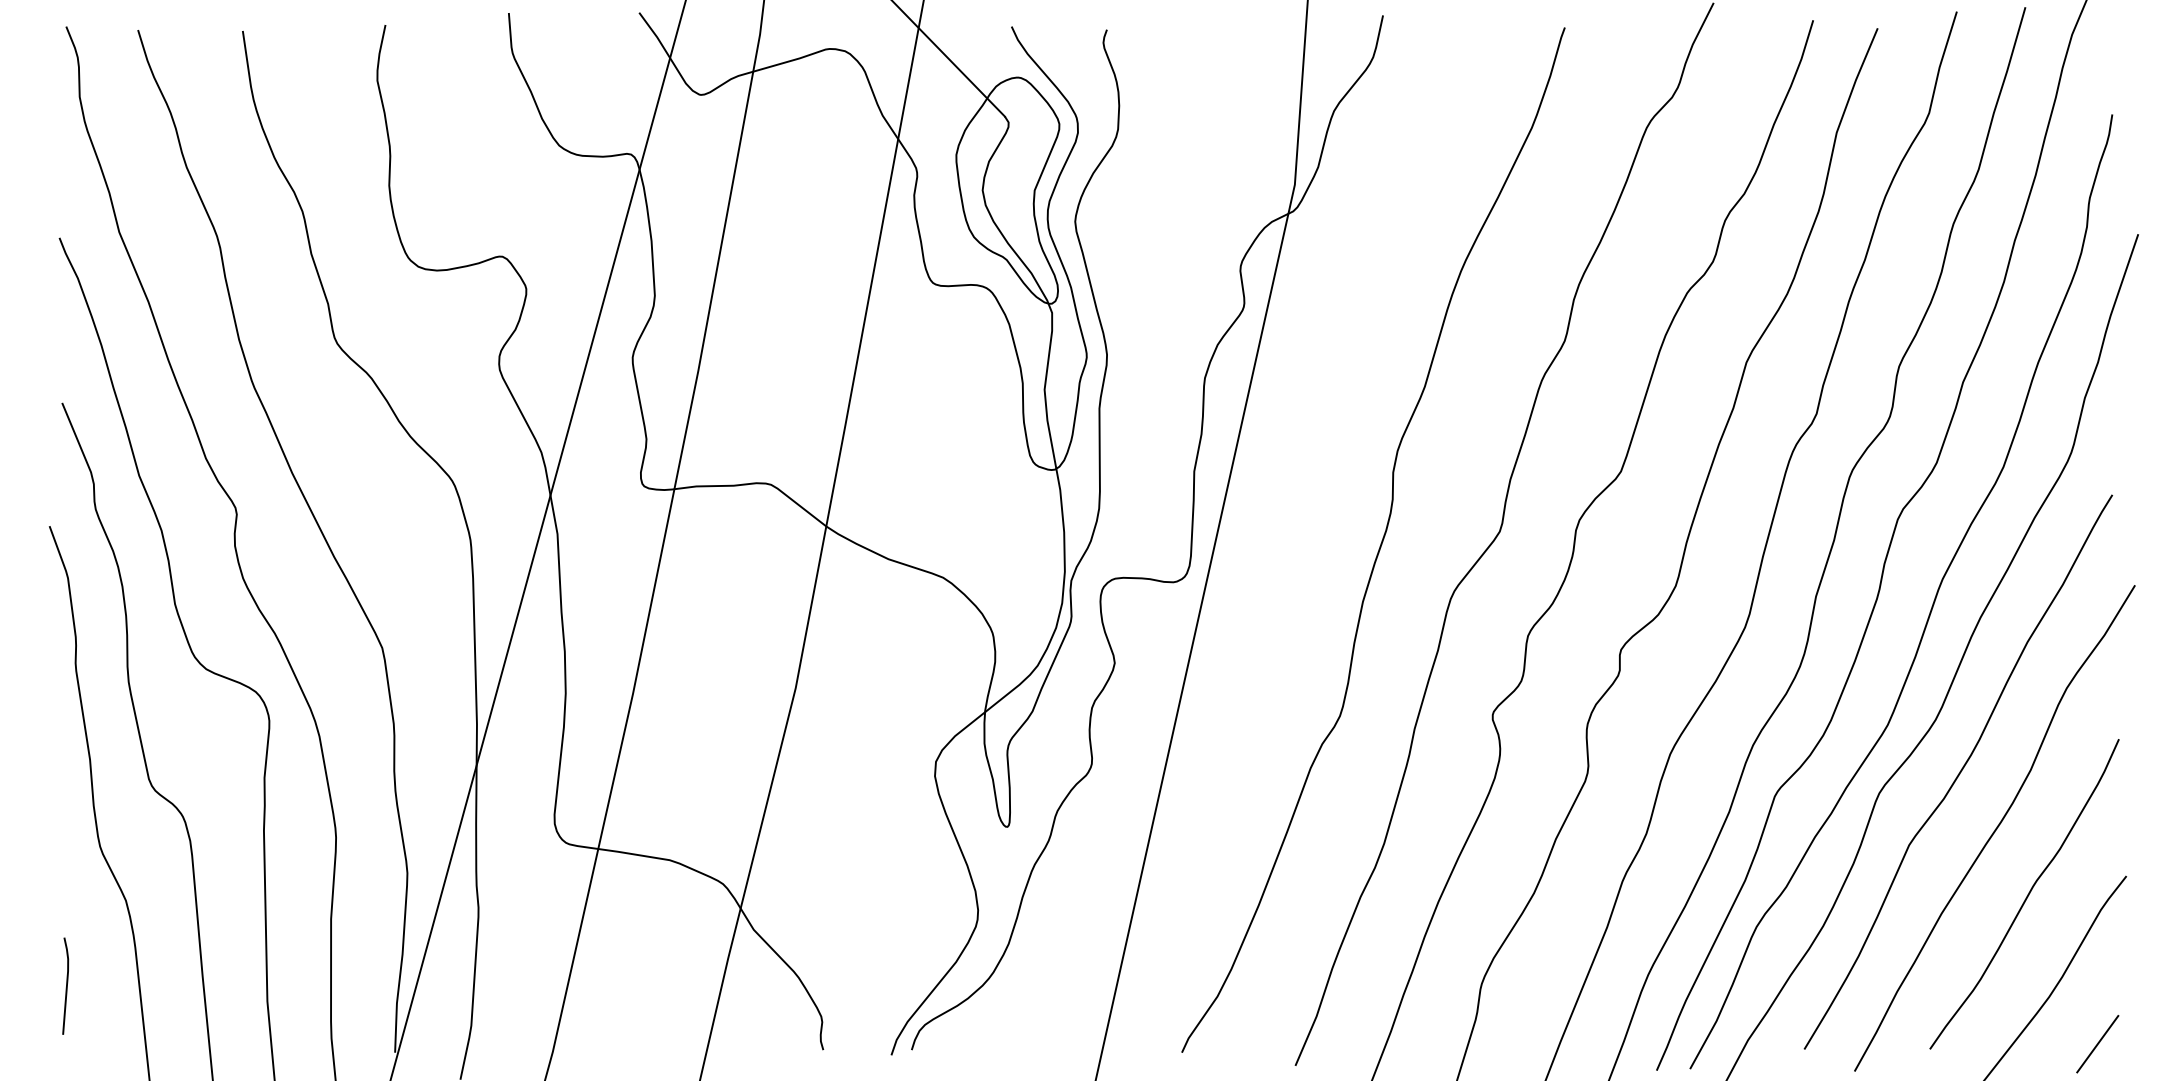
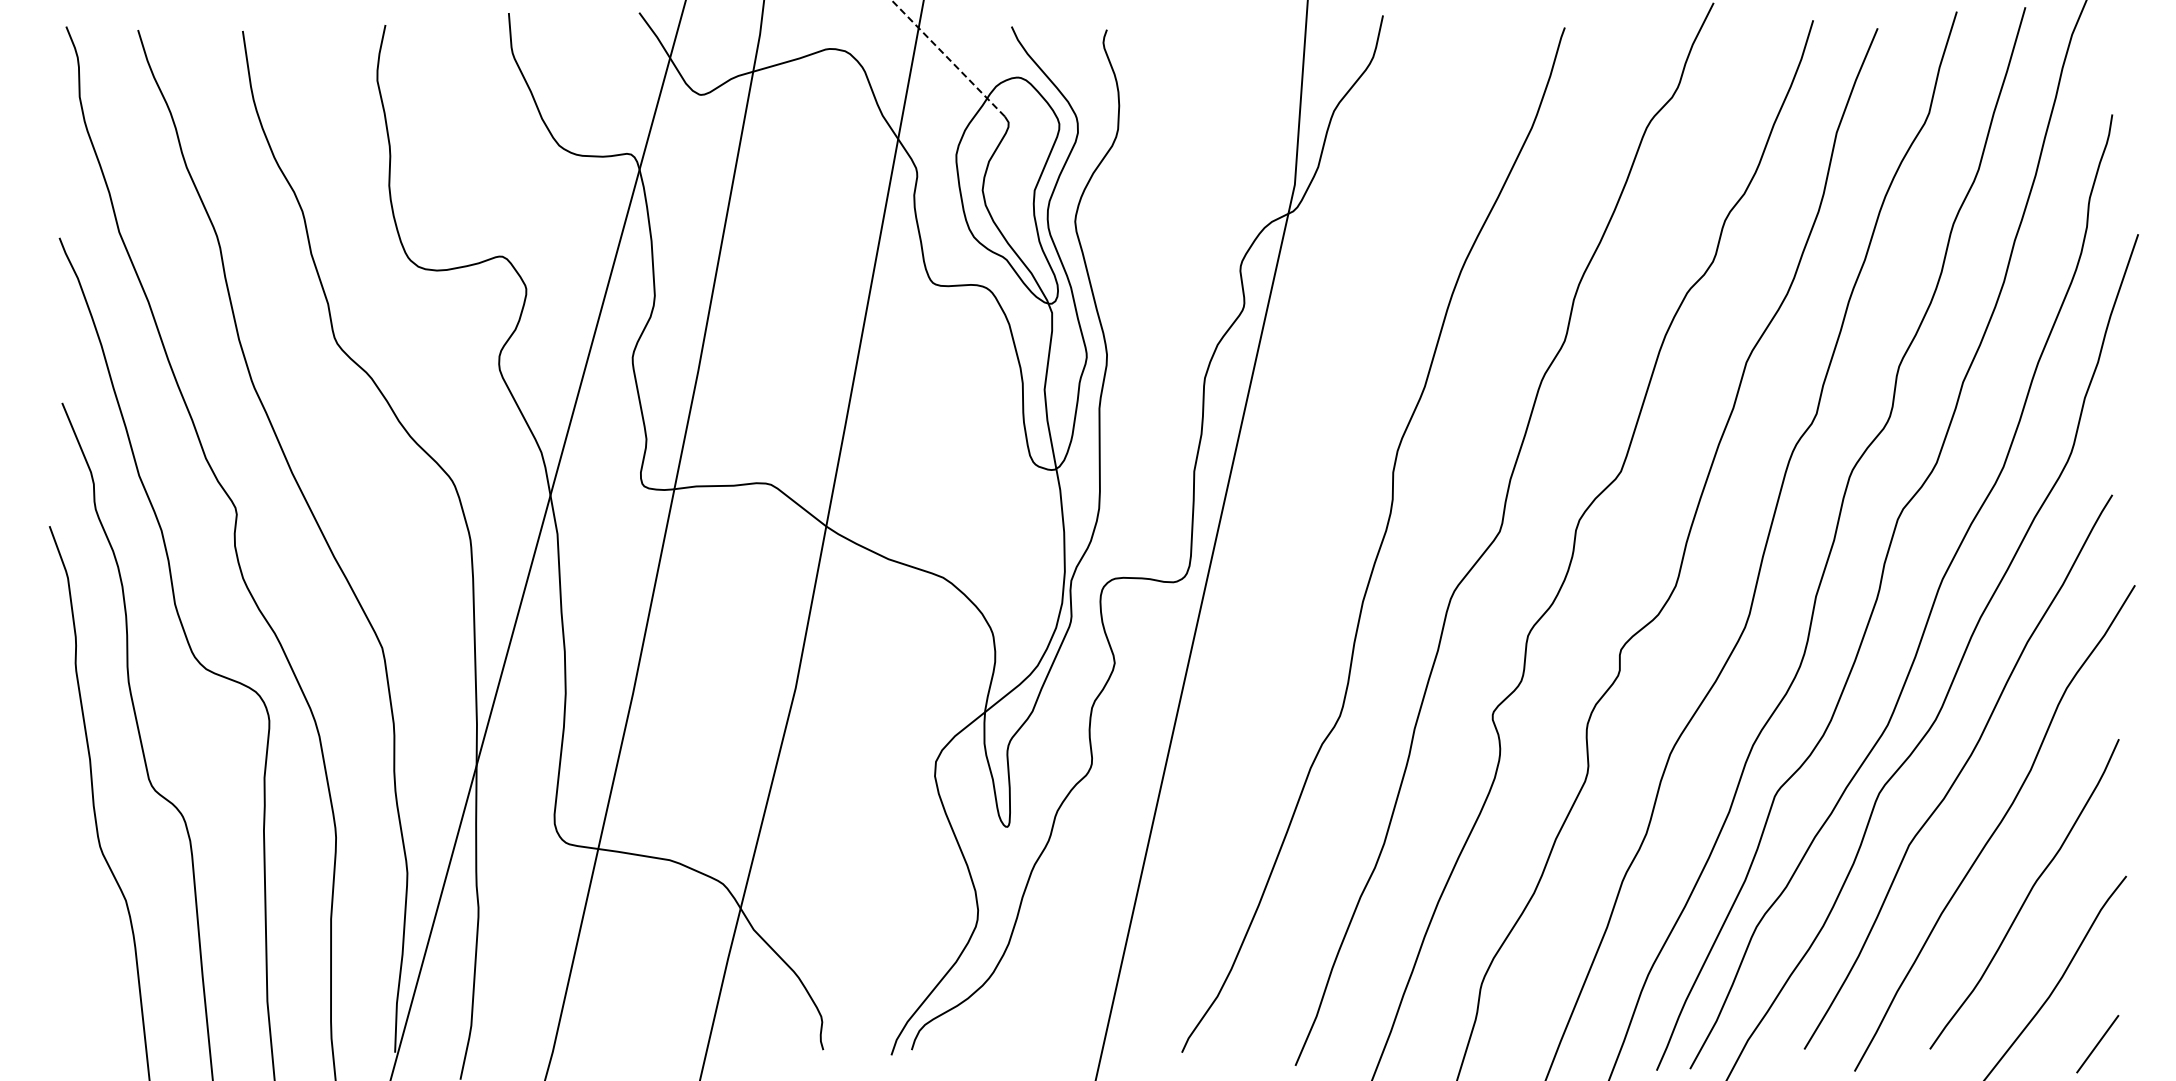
line at (947, 57): solid -> dashed
line at (66, 985): present -> none
